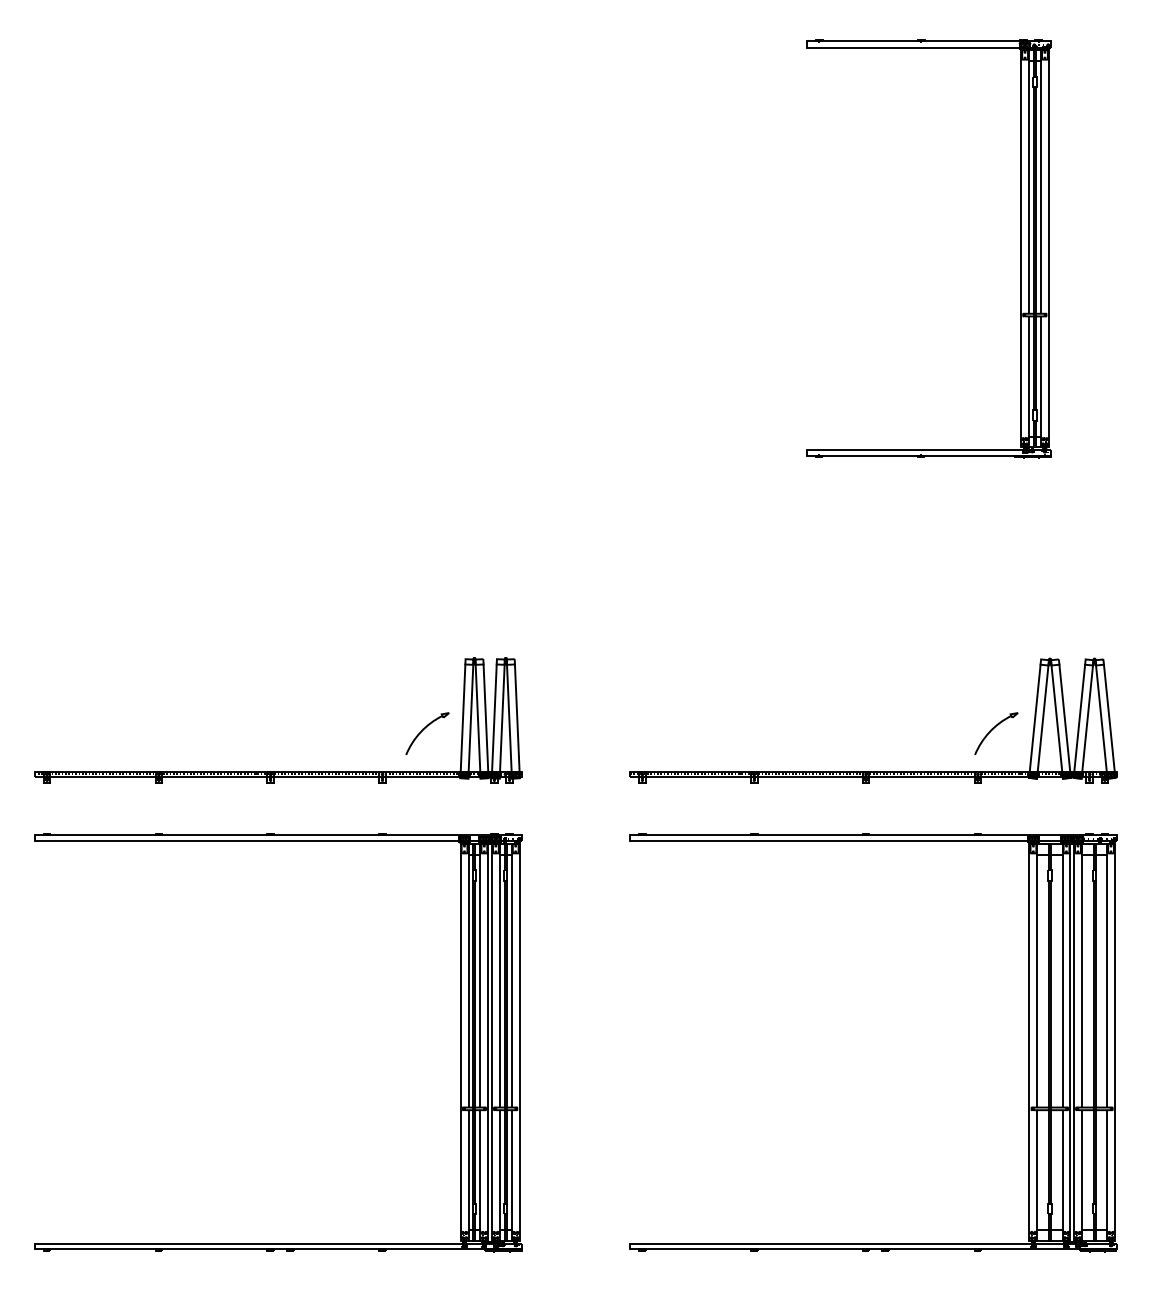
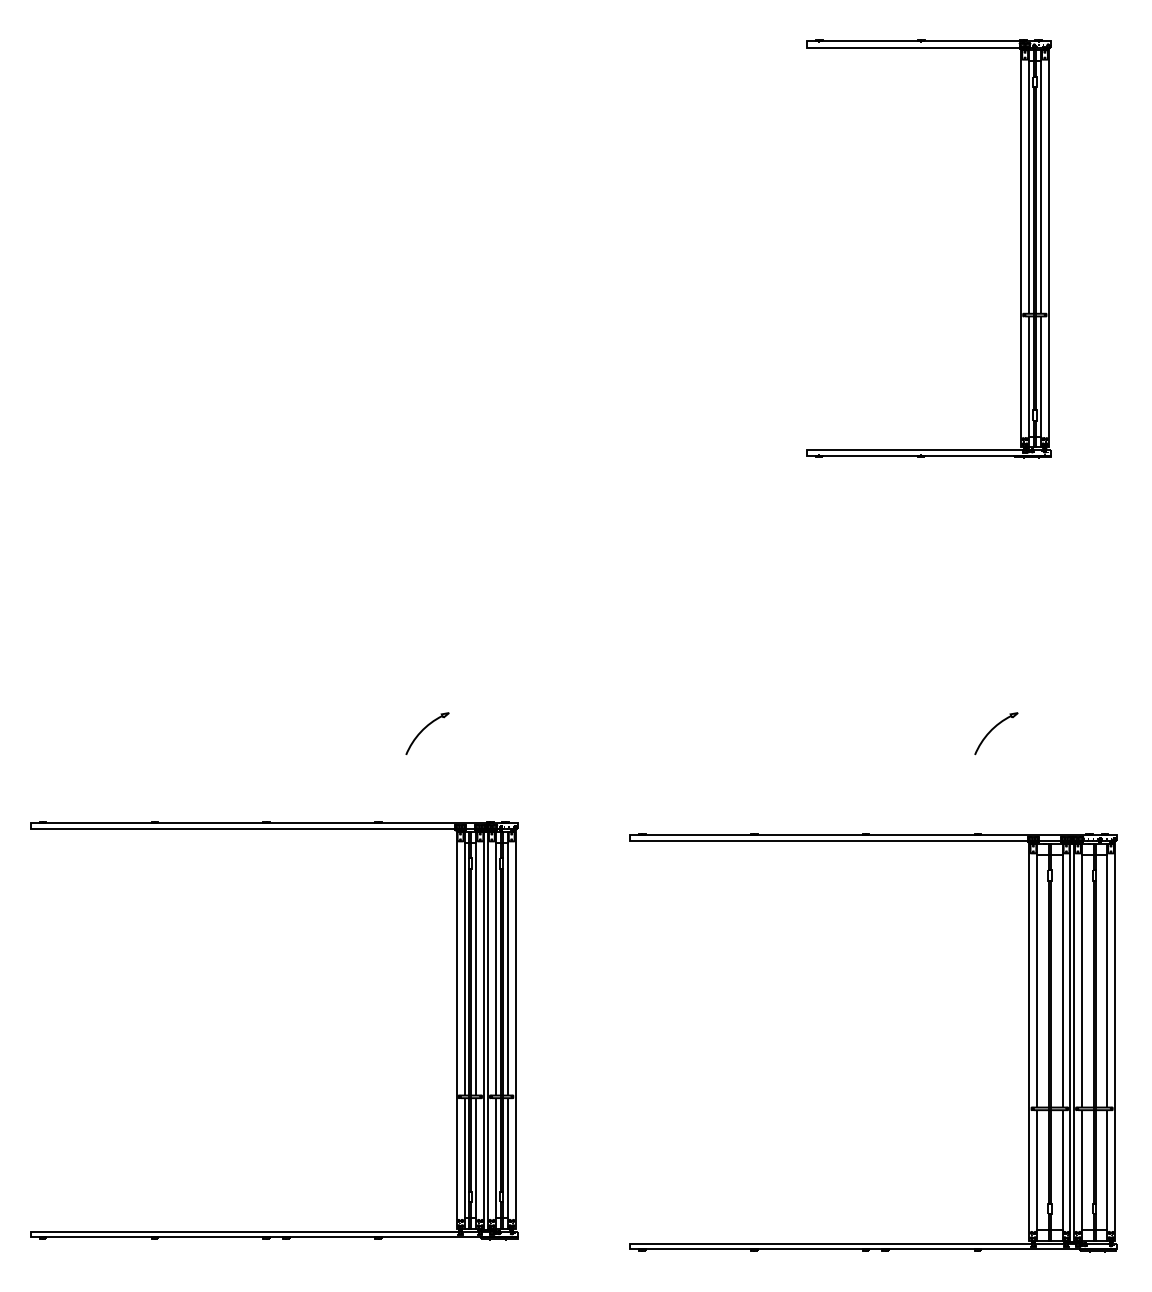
part at (278, 771): present -> none
part at (873, 771): present -> none
part at (460, 1042) position: (460, 1042) -> (456, 1030)
